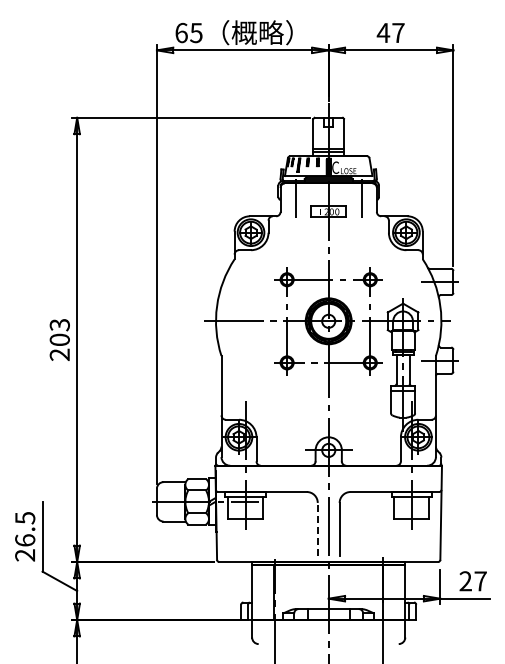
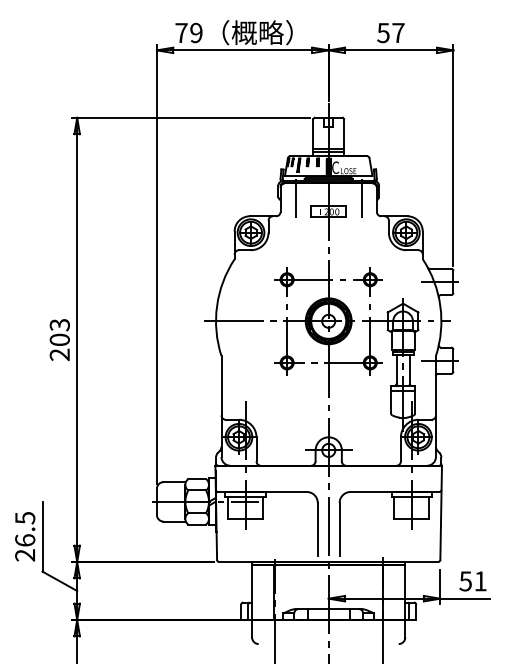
text at (188, 32): 65 -> 79
text at (383, 33): 47 -> 57
line at (317, 529): dashed -> solid
text at (472, 581): 27 -> 51
